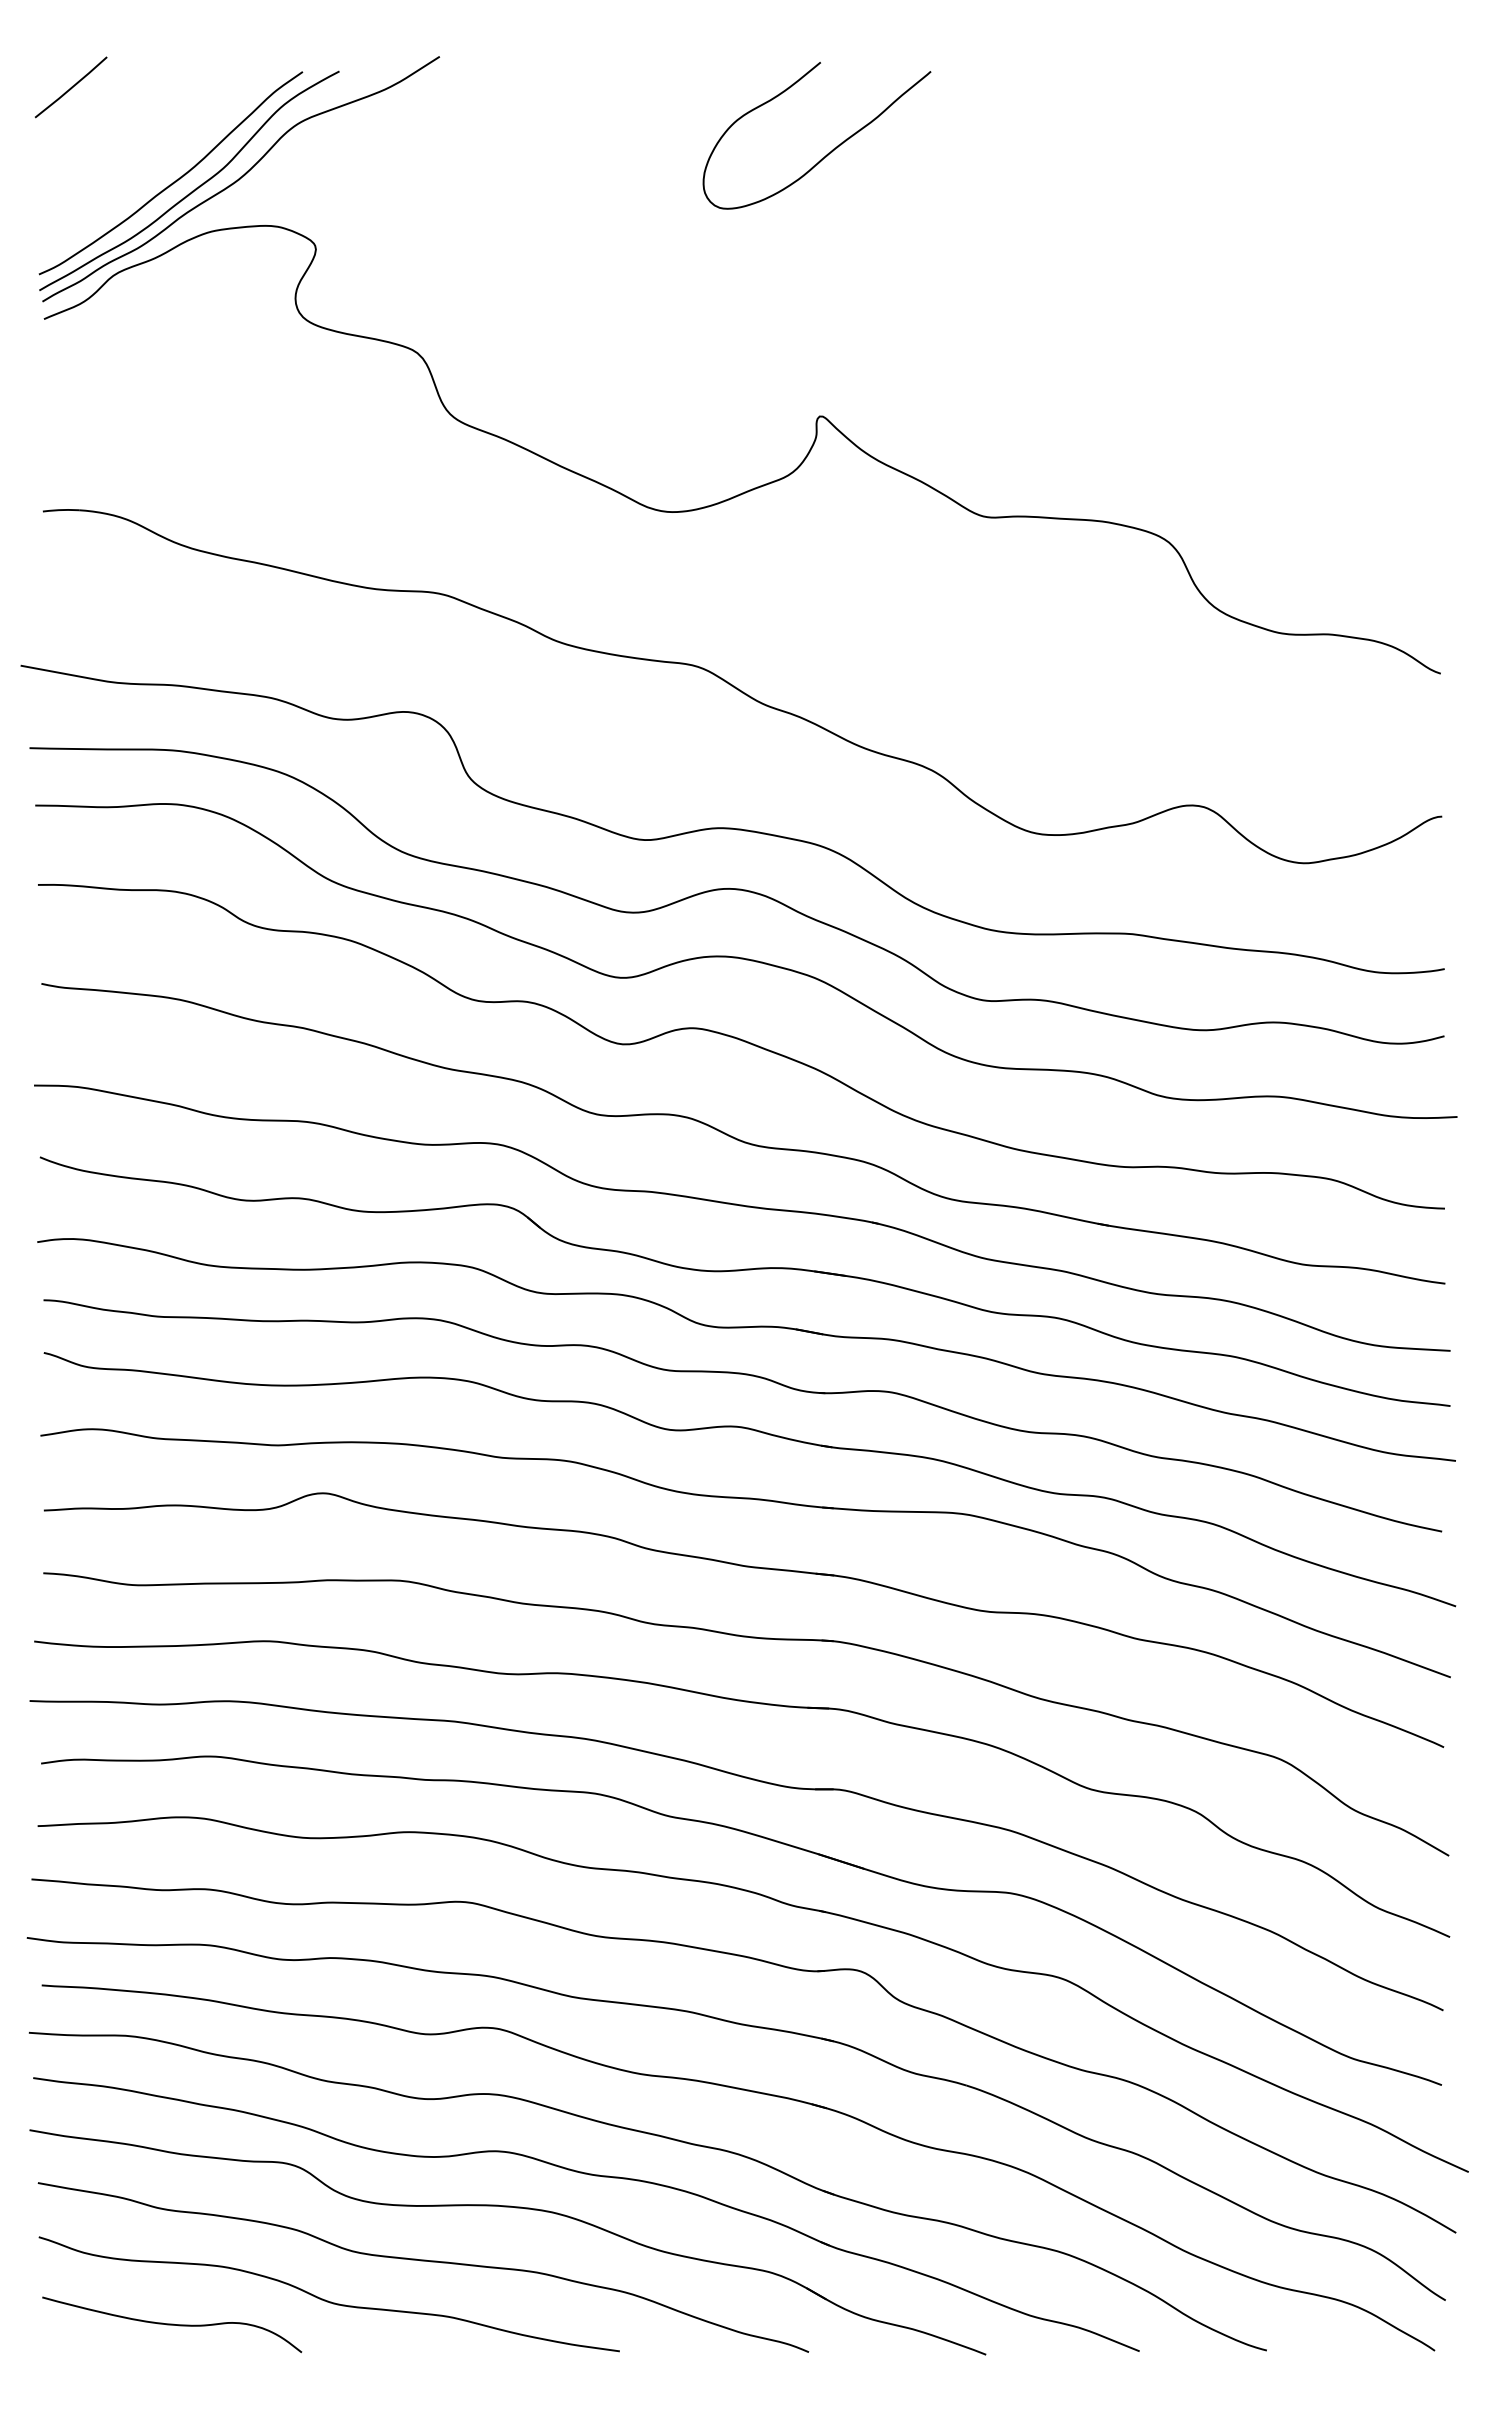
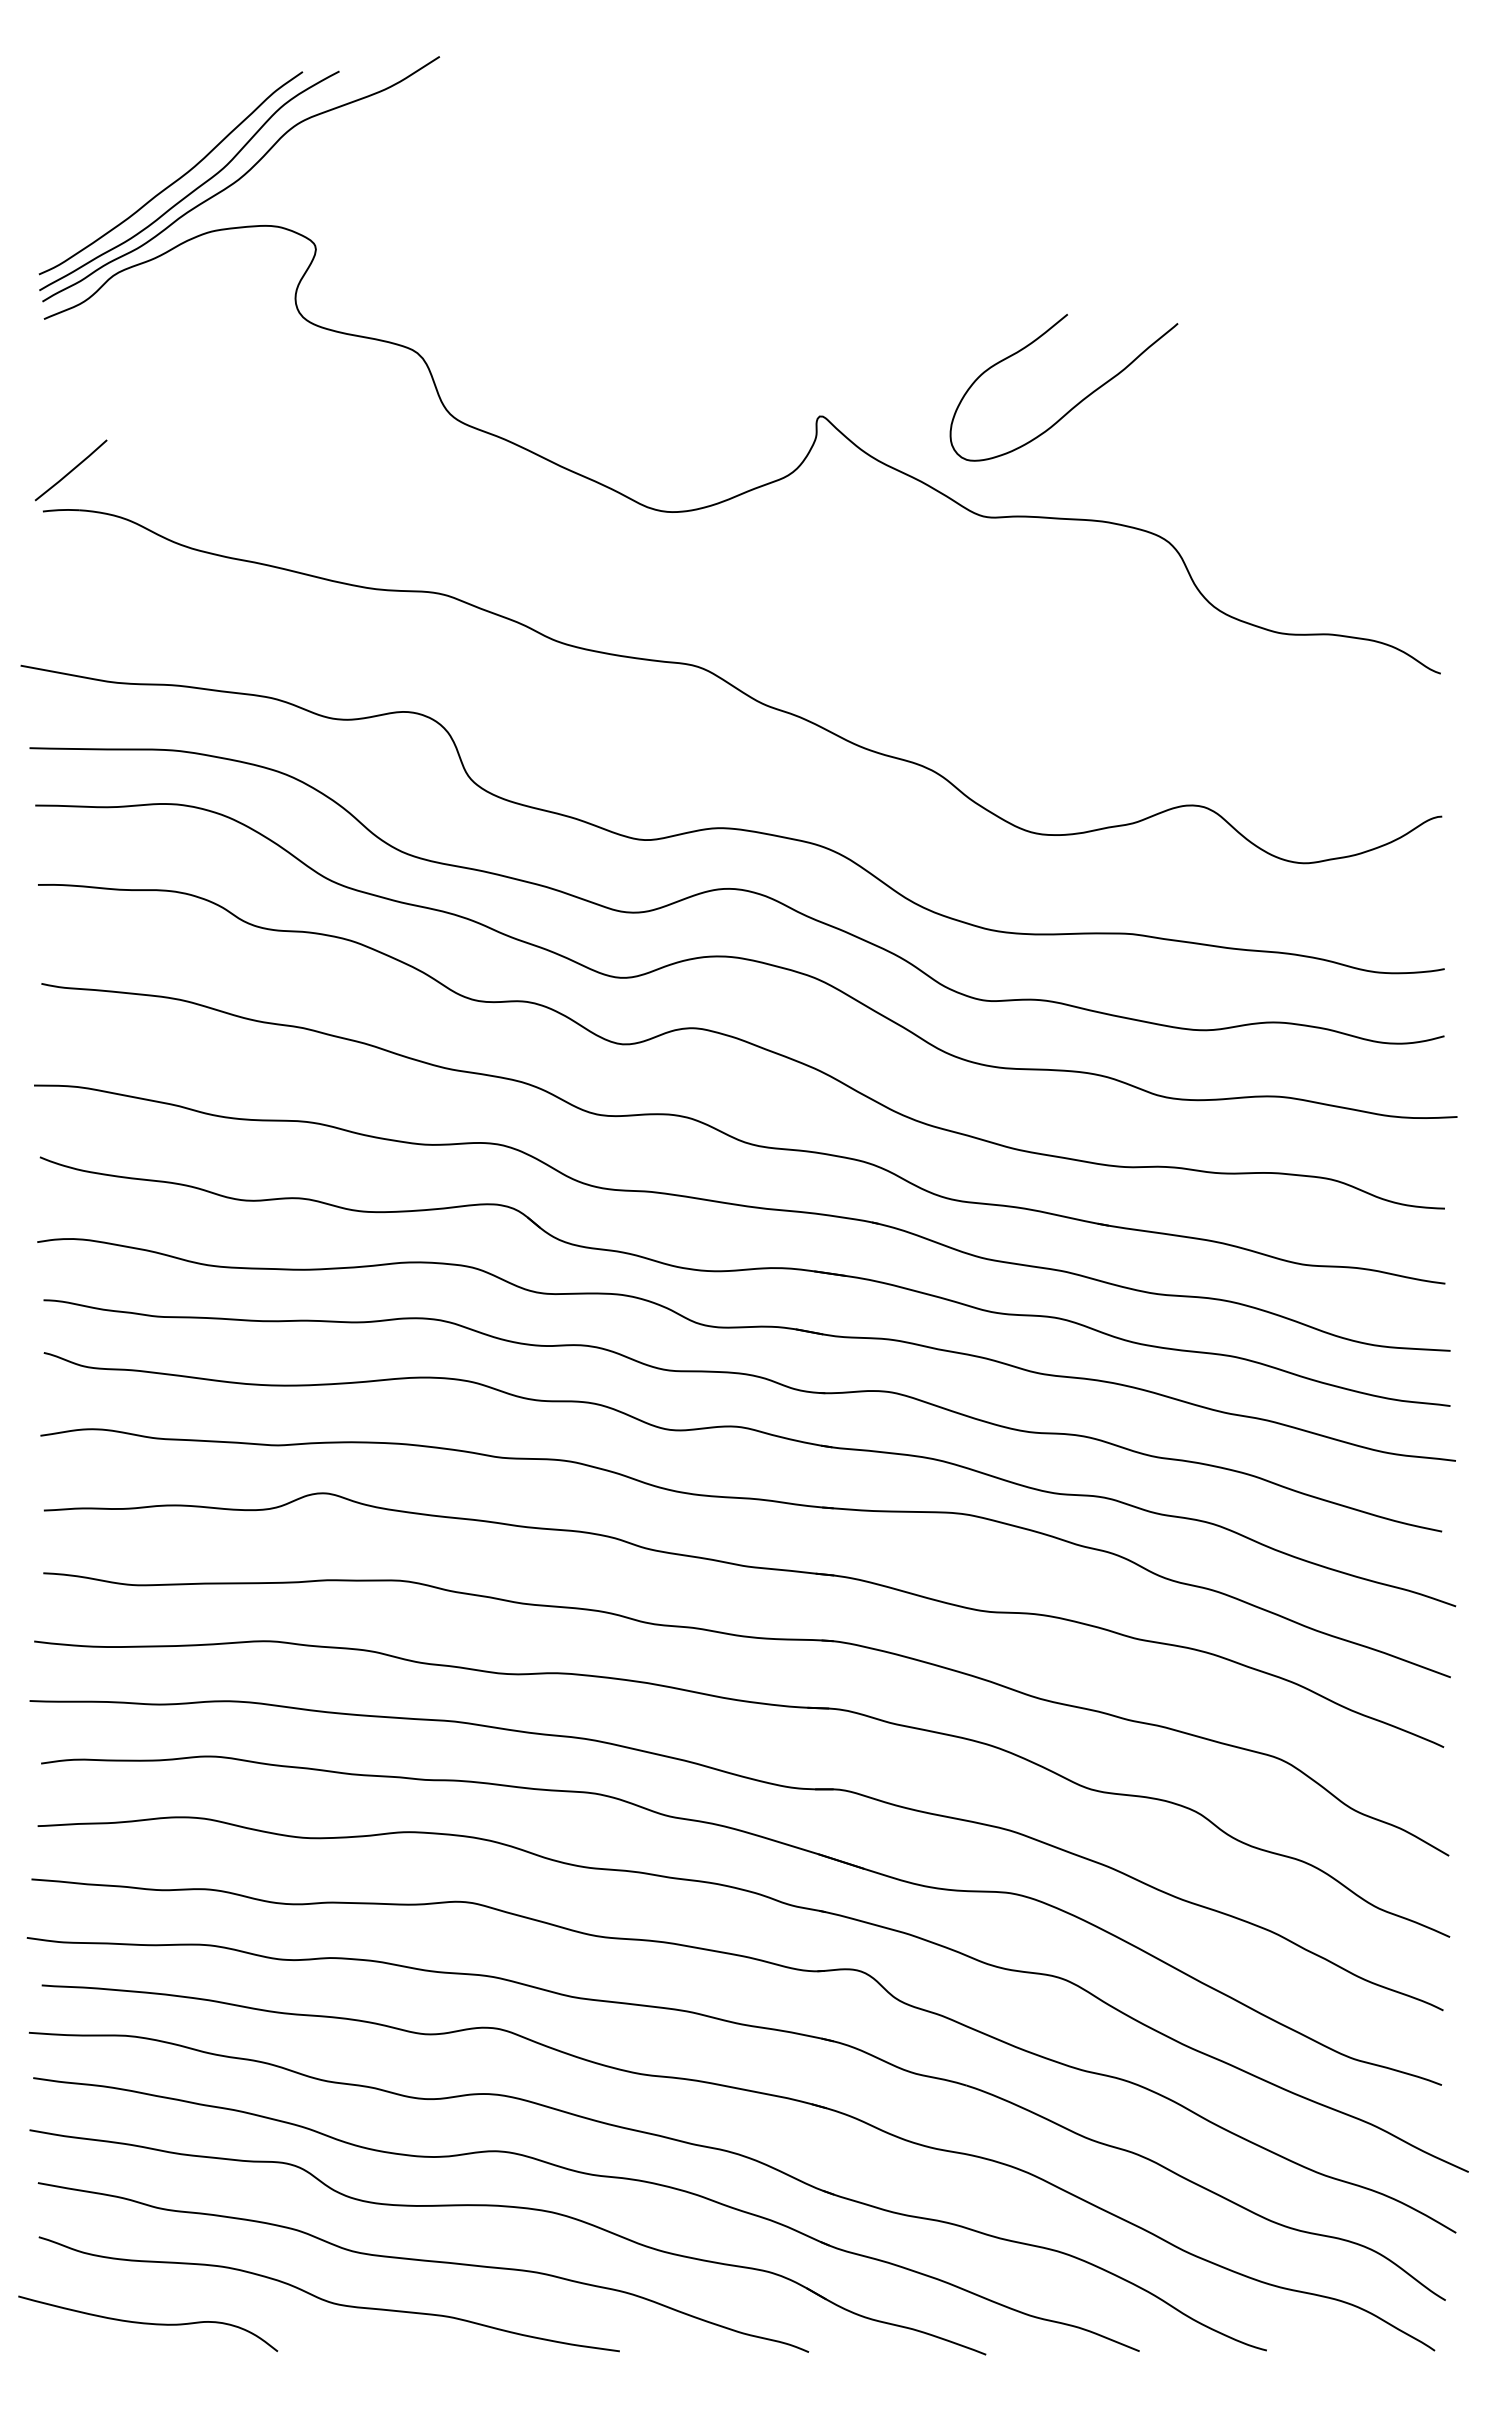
line at (71, 87) position: (71, 87) -> (71, 470)
curve at (827, 153) position: (827, 153) -> (1074, 405)
curve at (172, 2324) position: (172, 2324) -> (148, 2323)
